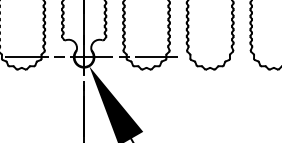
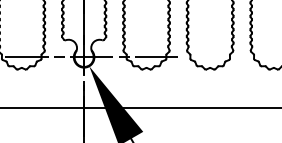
line at (140, 107): none -> present
